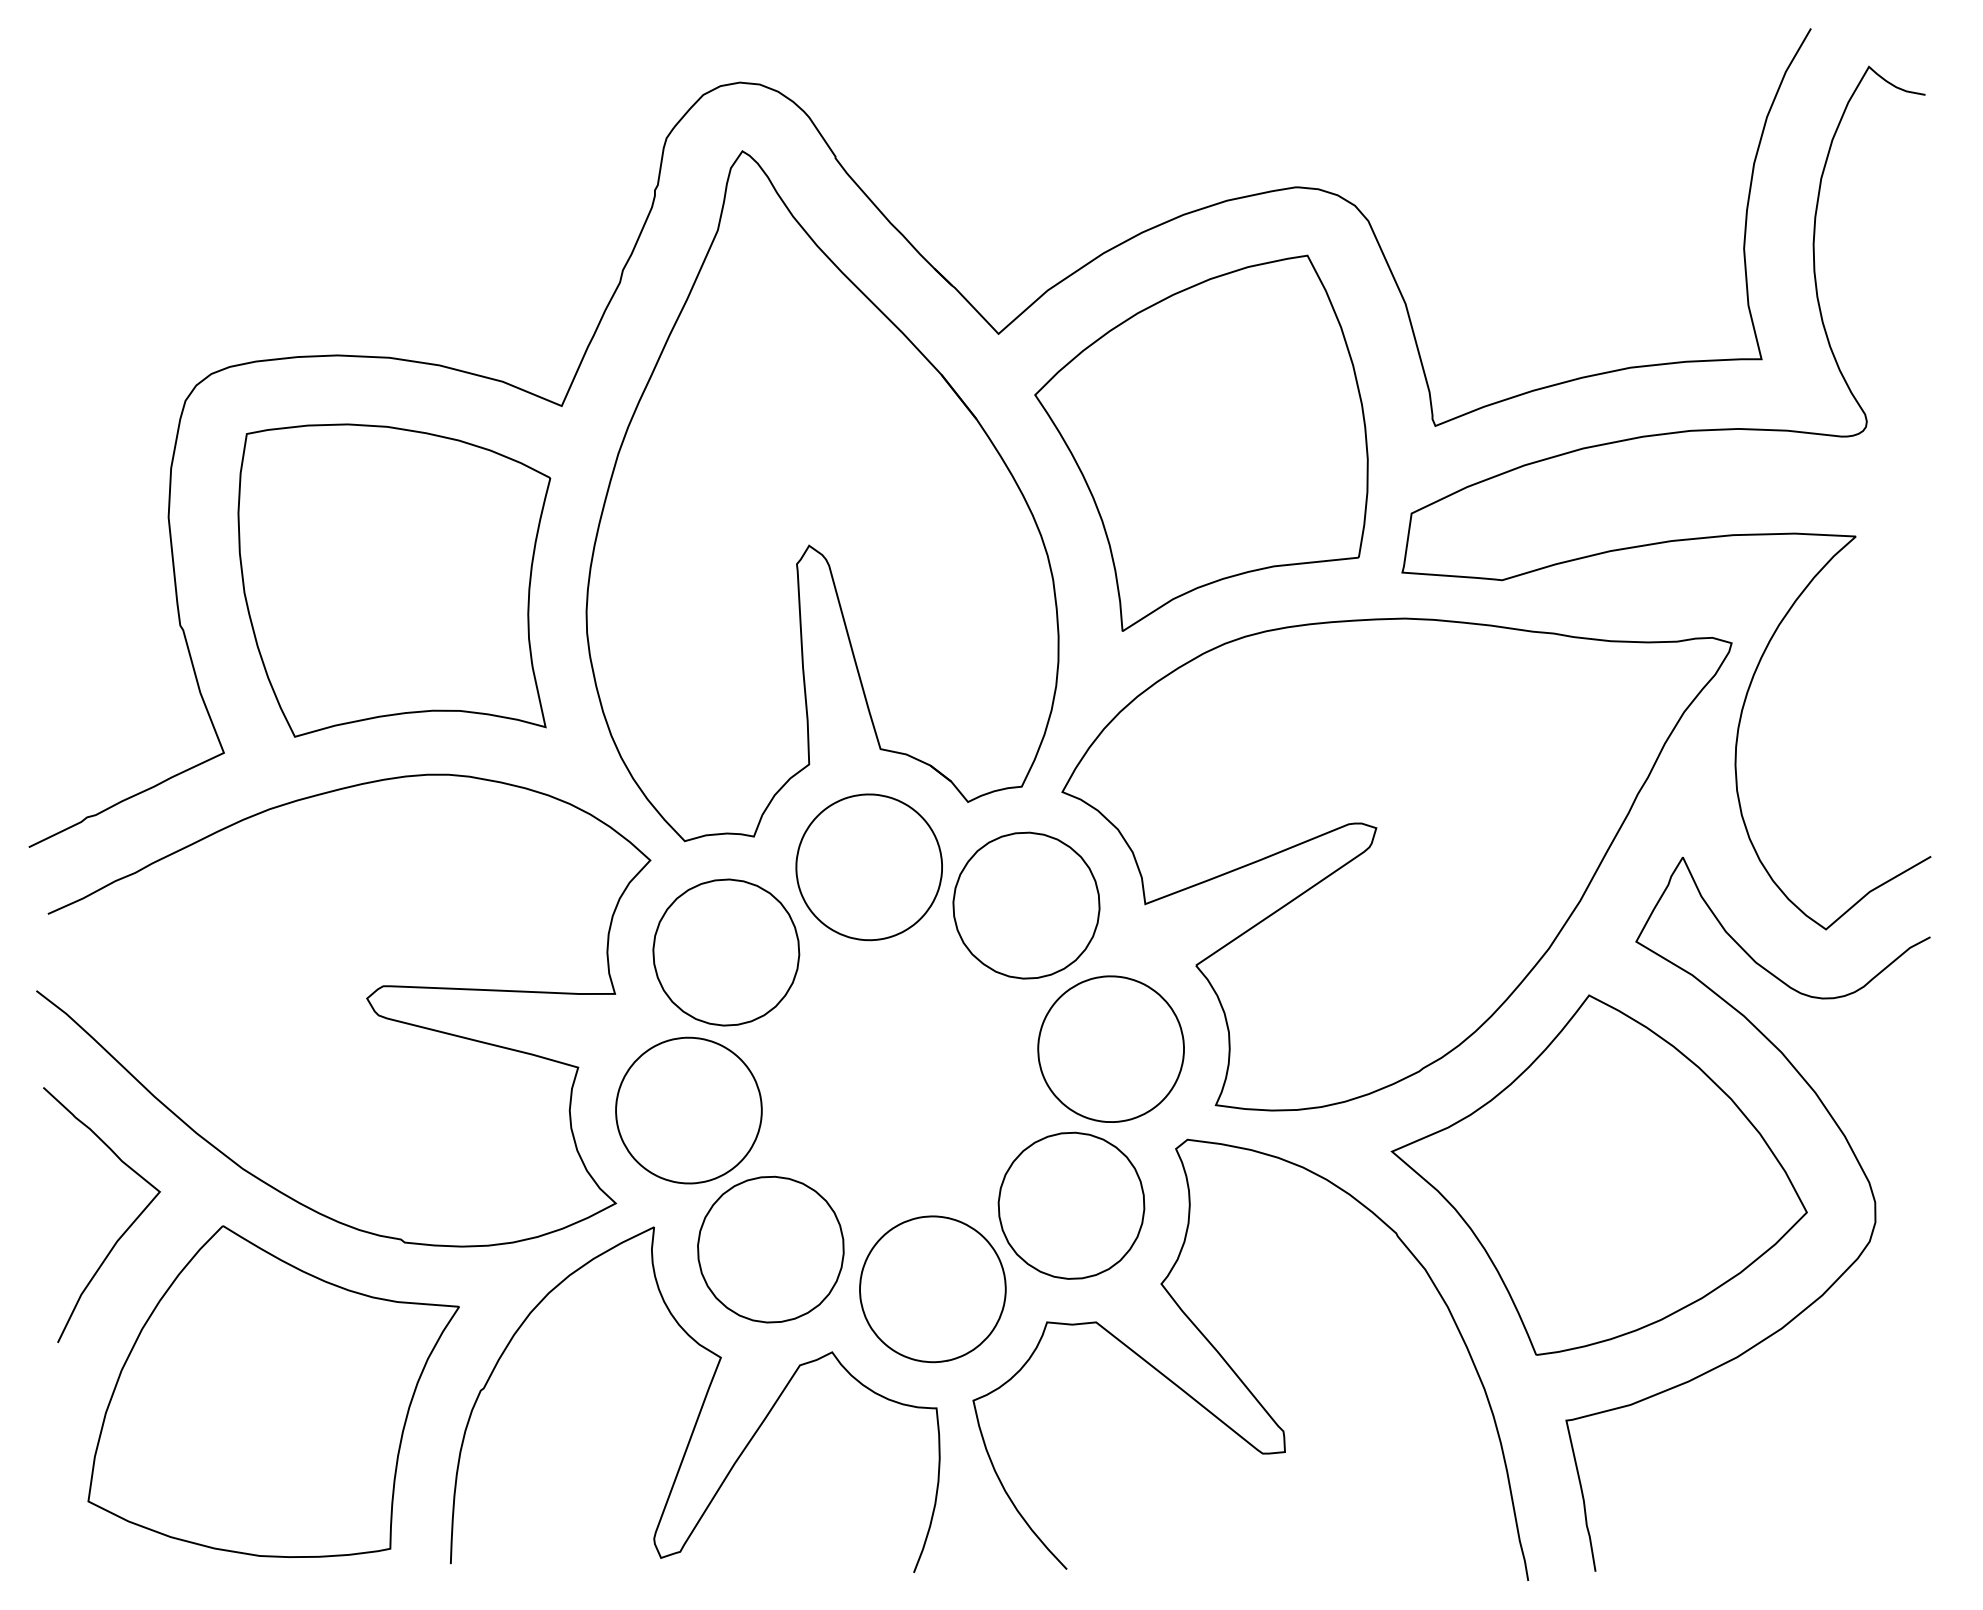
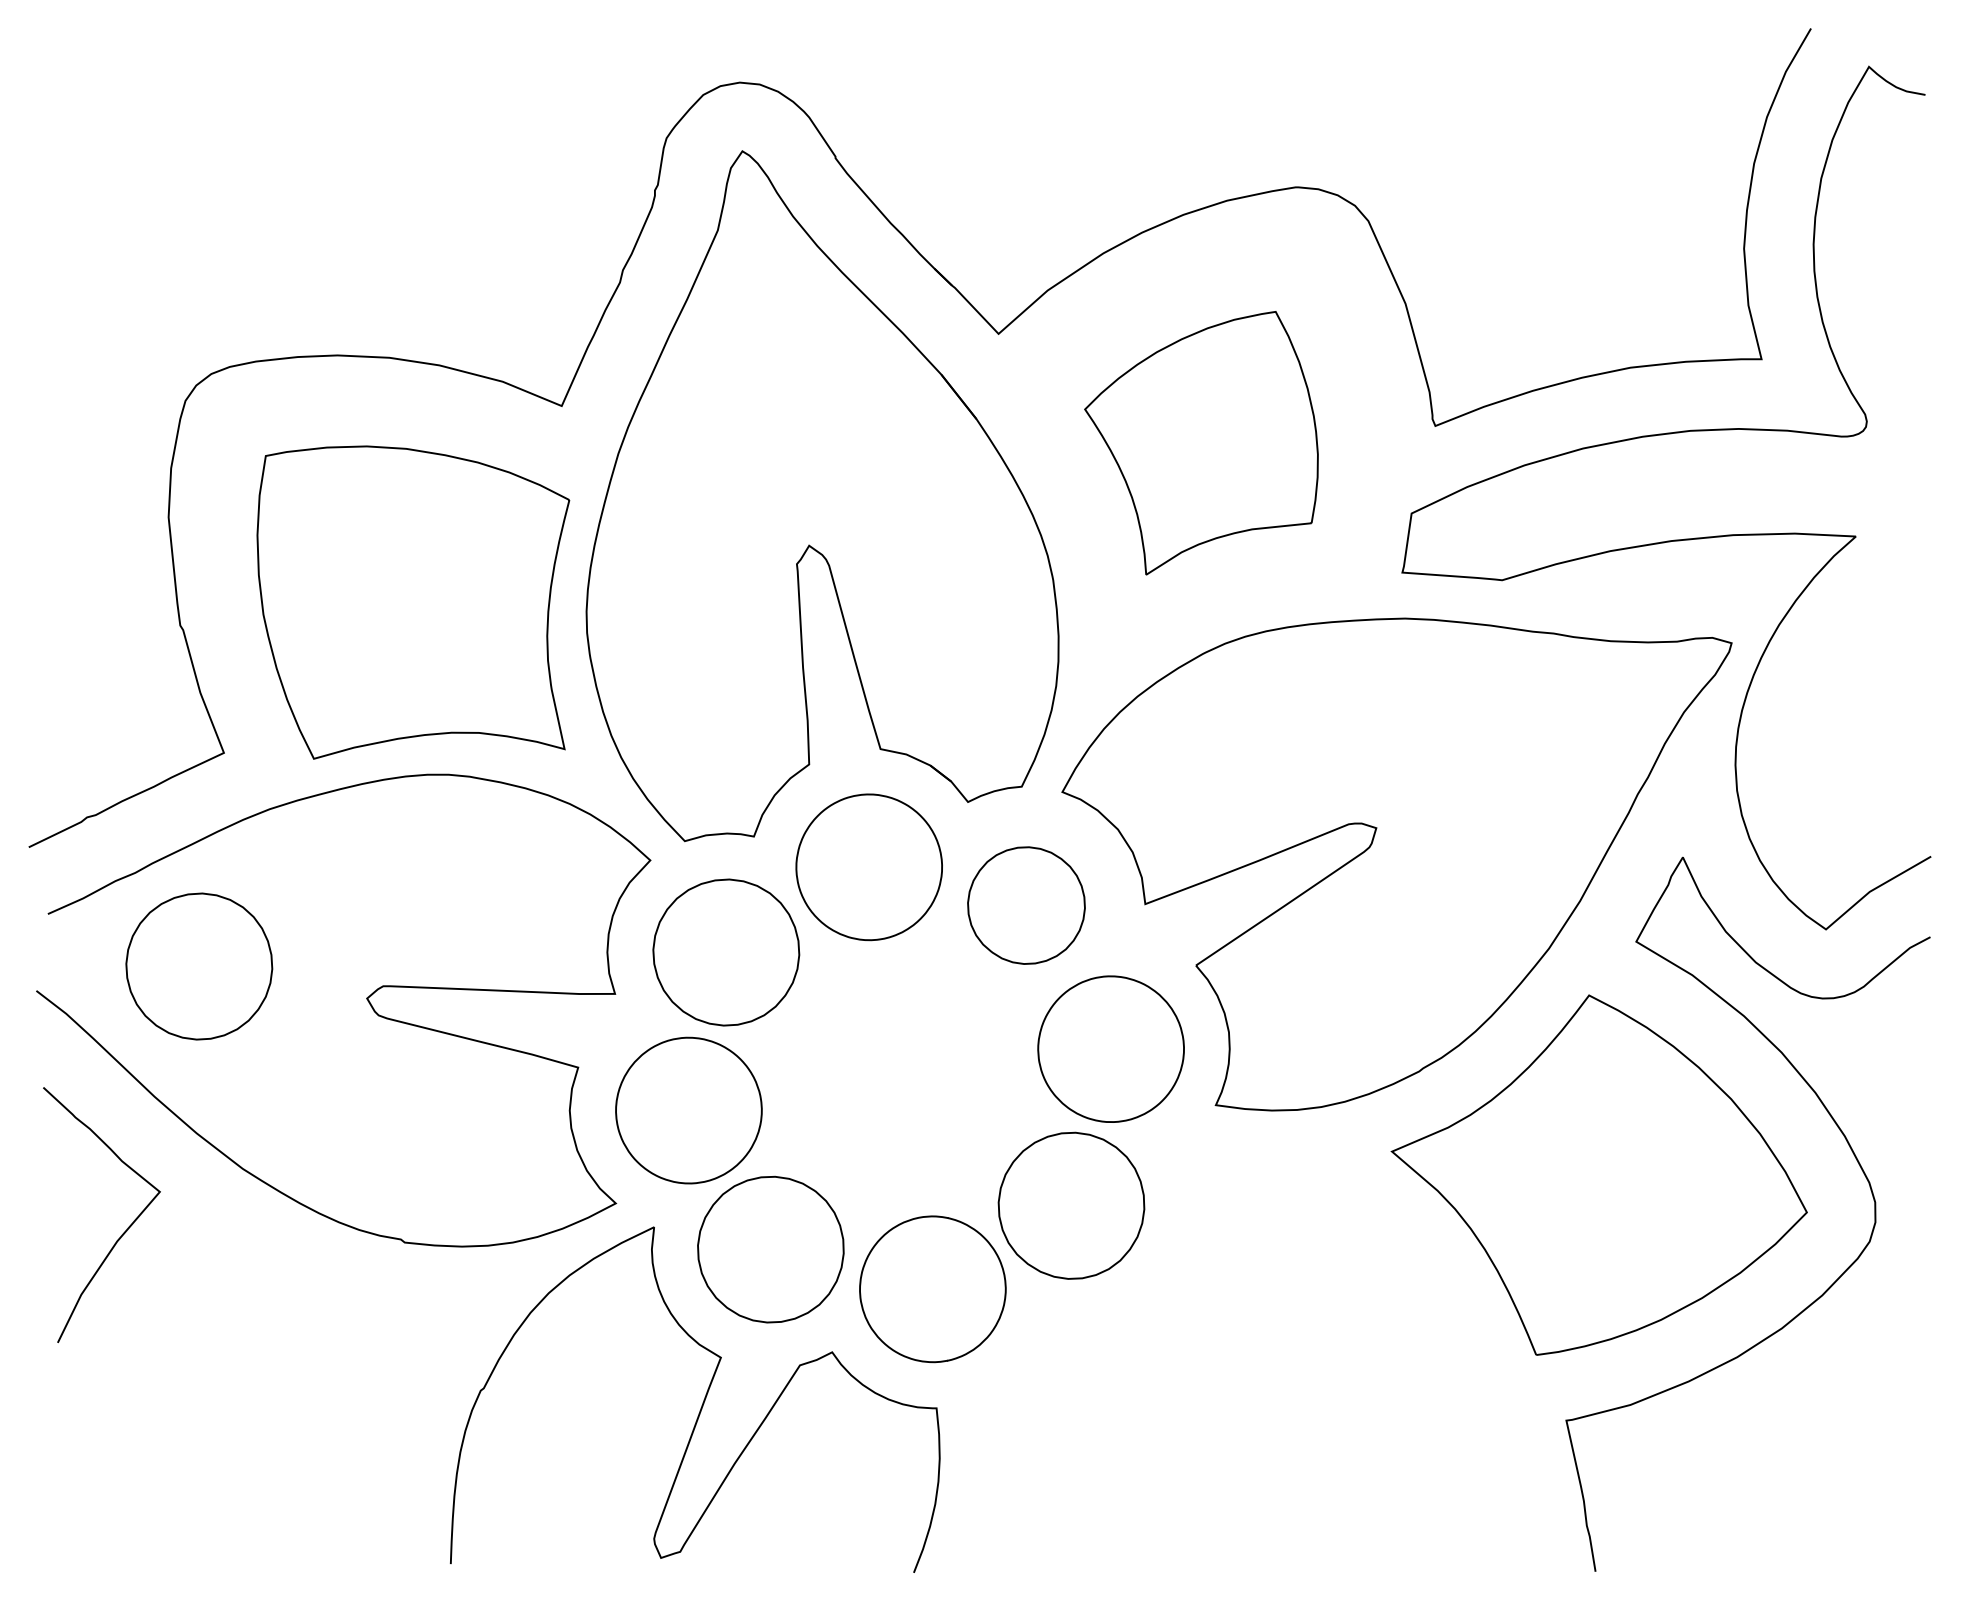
part at (1201, 442) size: 335x378 px -> 235x265 px
part at (394, 580) position: (394, 580) -> (413, 602)
part at (1026, 905) size: 149x149 px -> 119x119 px
part at (199, 966): none -> present
curve at (1234, 1370): present -> none
part at (273, 1391): present -> none
